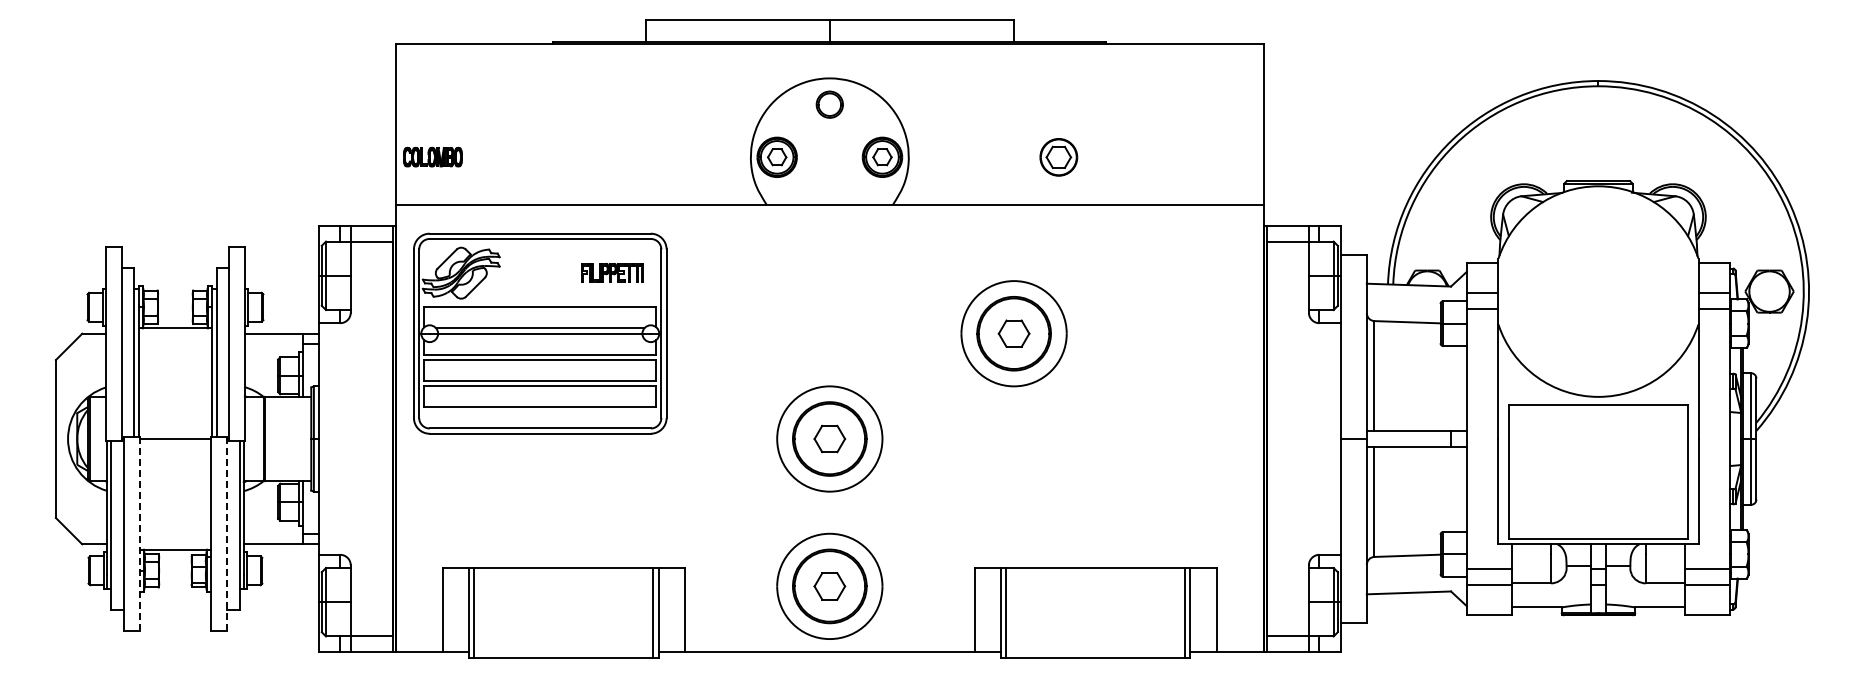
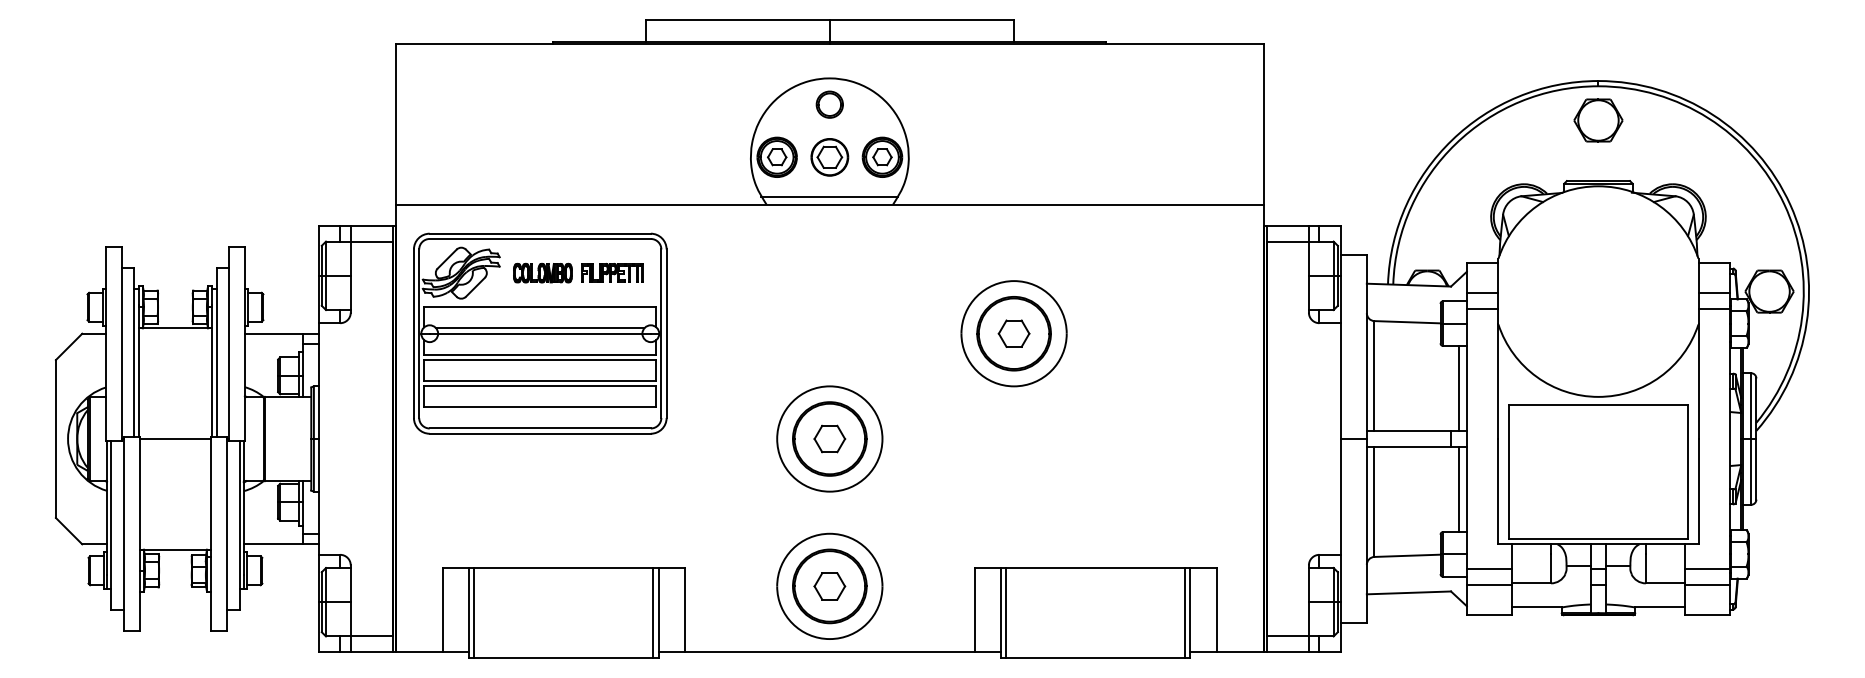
part at (1598, 120): none -> present
part at (432, 156) position: (432, 156) -> (542, 272)
part at (1058, 157) position: (1058, 157) -> (829, 157)
line at (829, 196): none -> present
line at (1458, 388): none -> present
line at (1458, 489): none -> present
line at (227, 533): dashed -> solid
line at (139, 534): dashed -> solid
